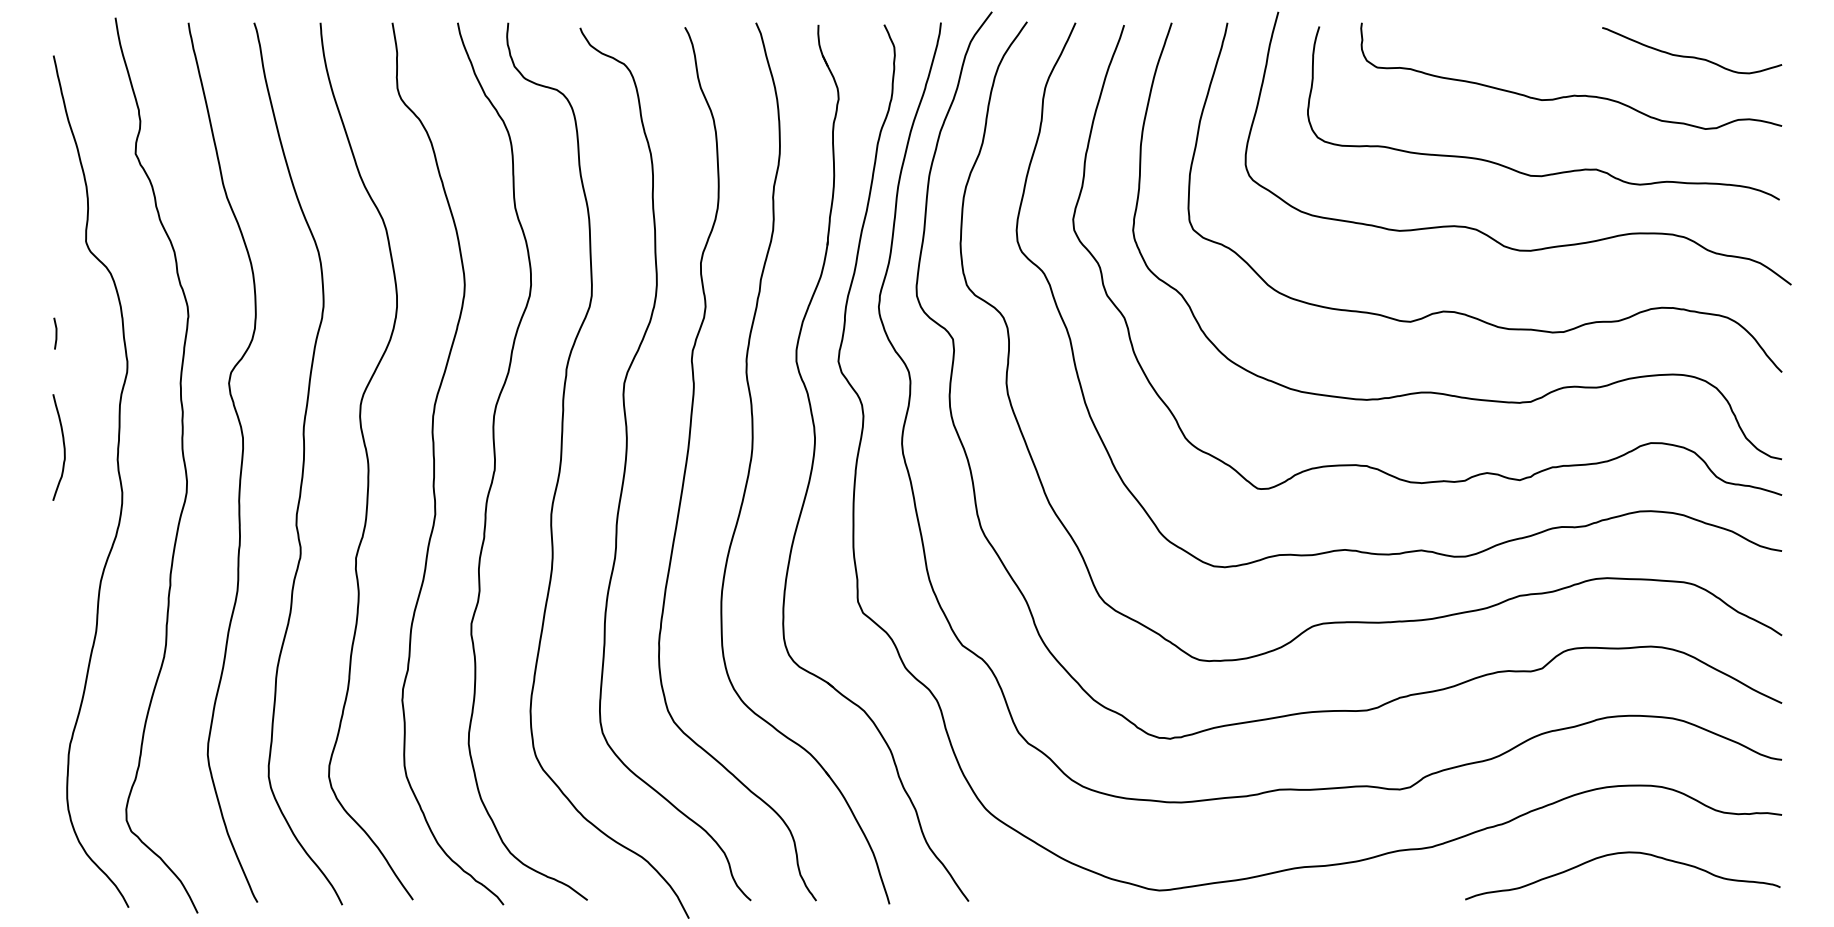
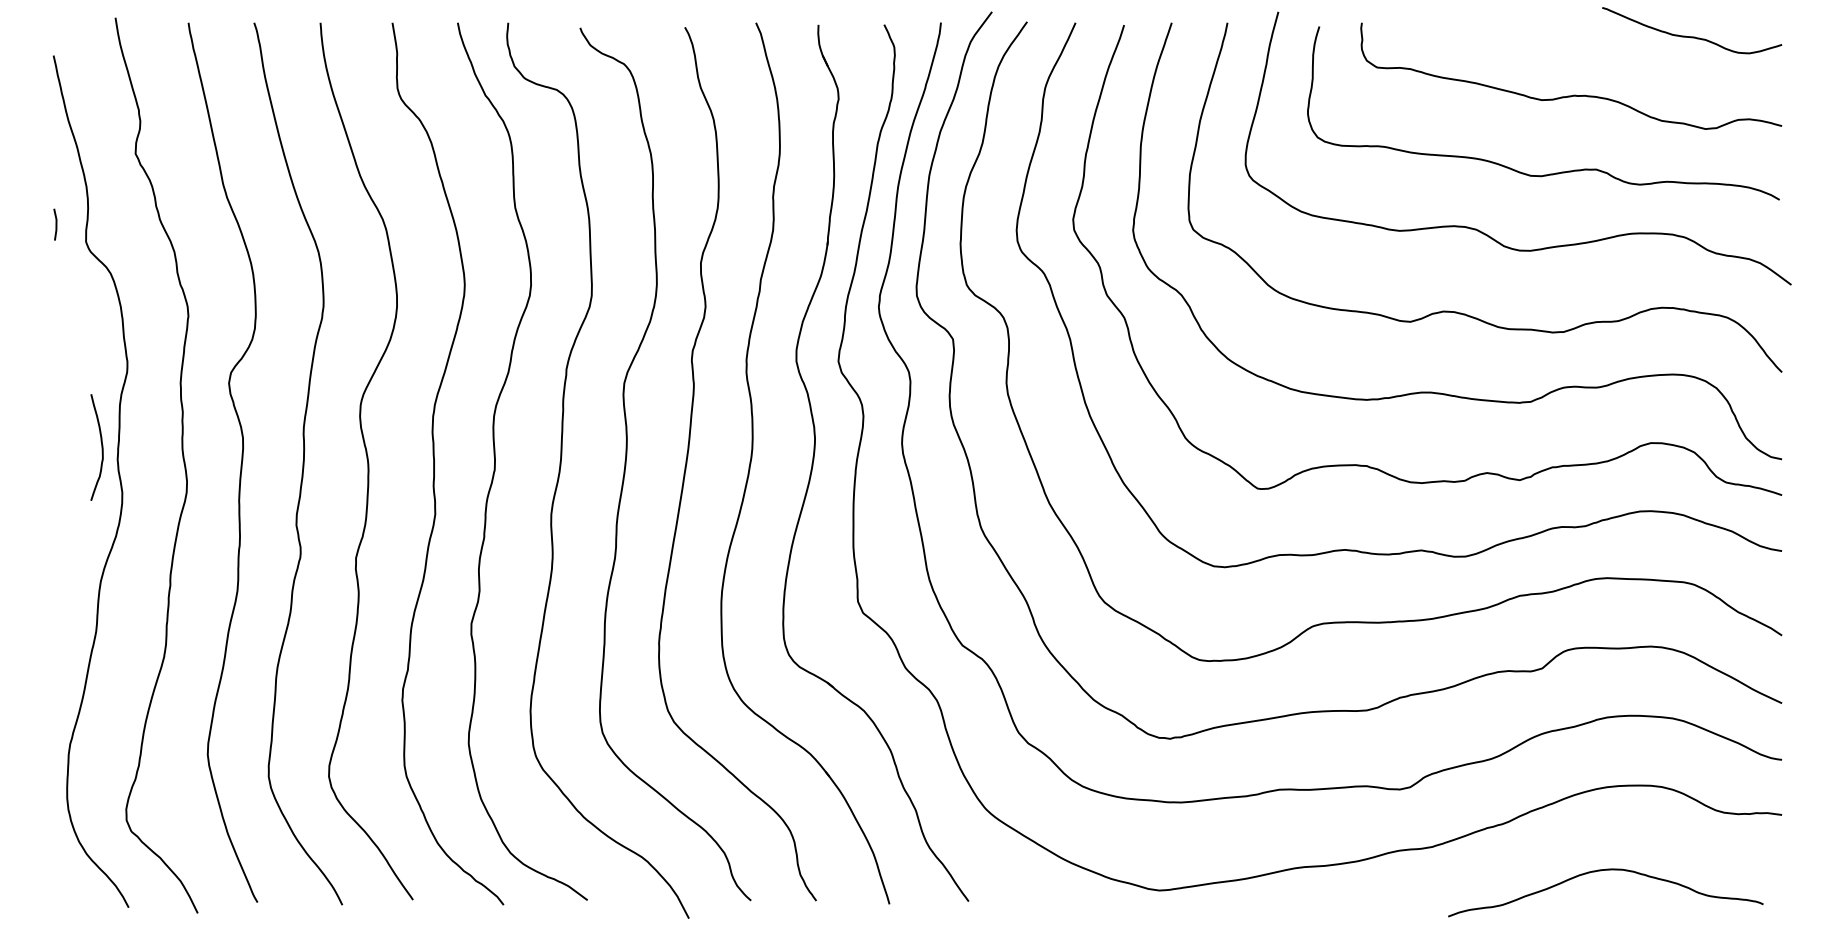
curve at (1692, 56) position: (1692, 56) -> (1692, 36)
line at (55, 333) position: (55, 333) -> (55, 224)
curve at (63, 447) position: (63, 447) -> (101, 447)
curve at (1618, 854) position: (1618, 854) -> (1601, 871)
